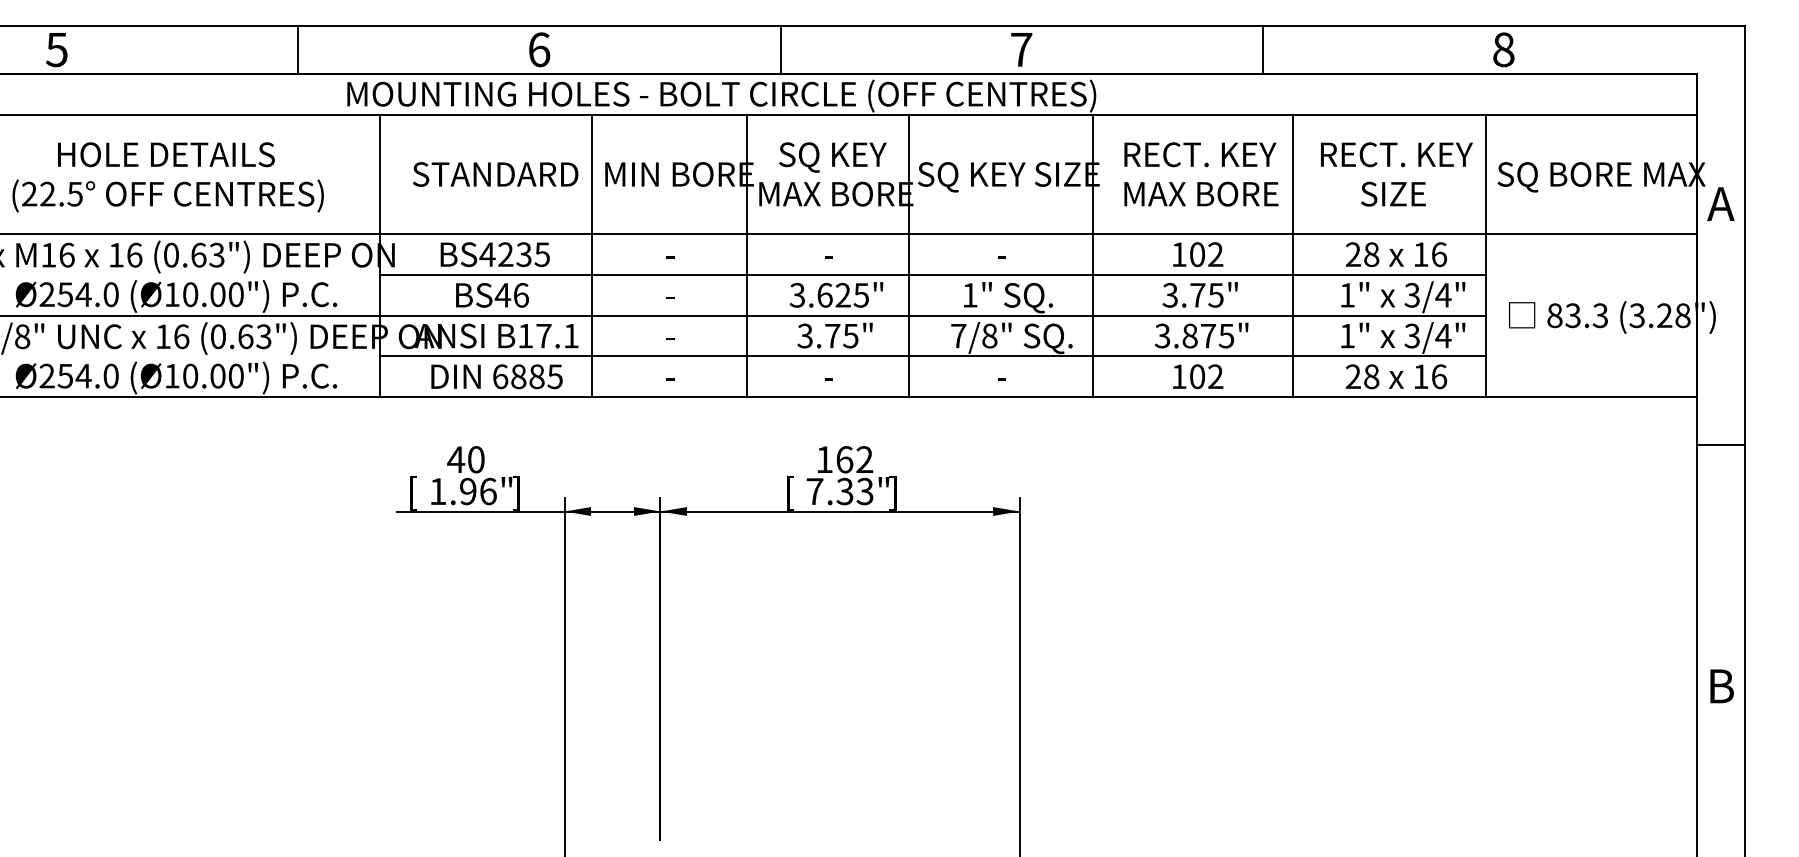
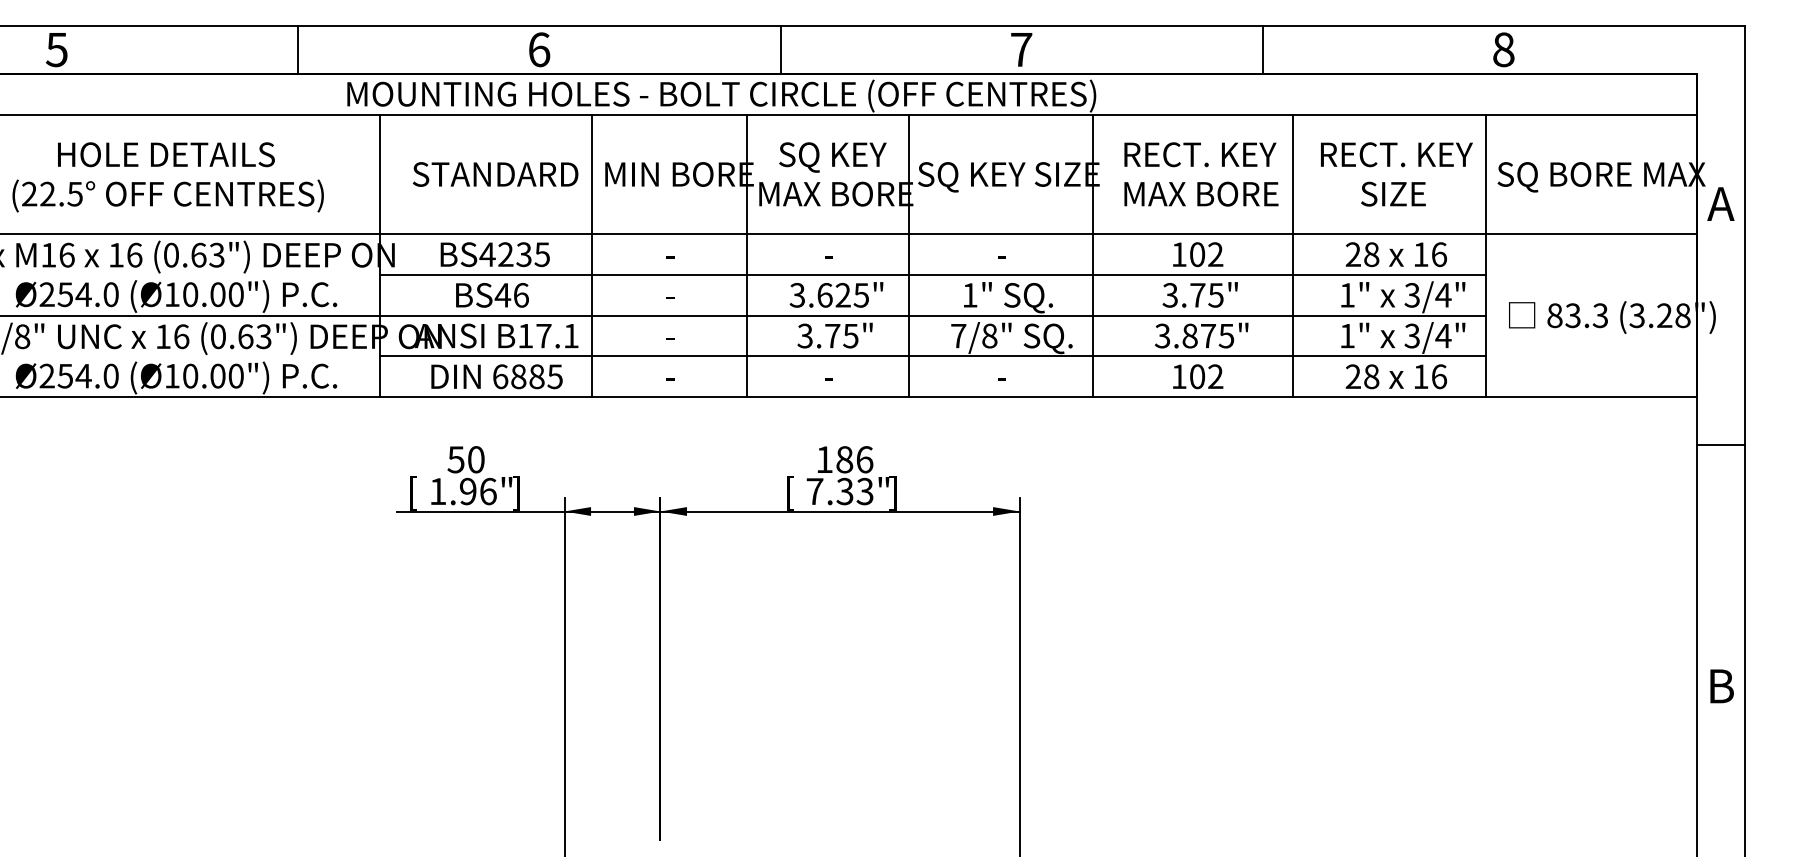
text at (456, 459): 40 -> 50
text at (854, 459): 162 -> 186
